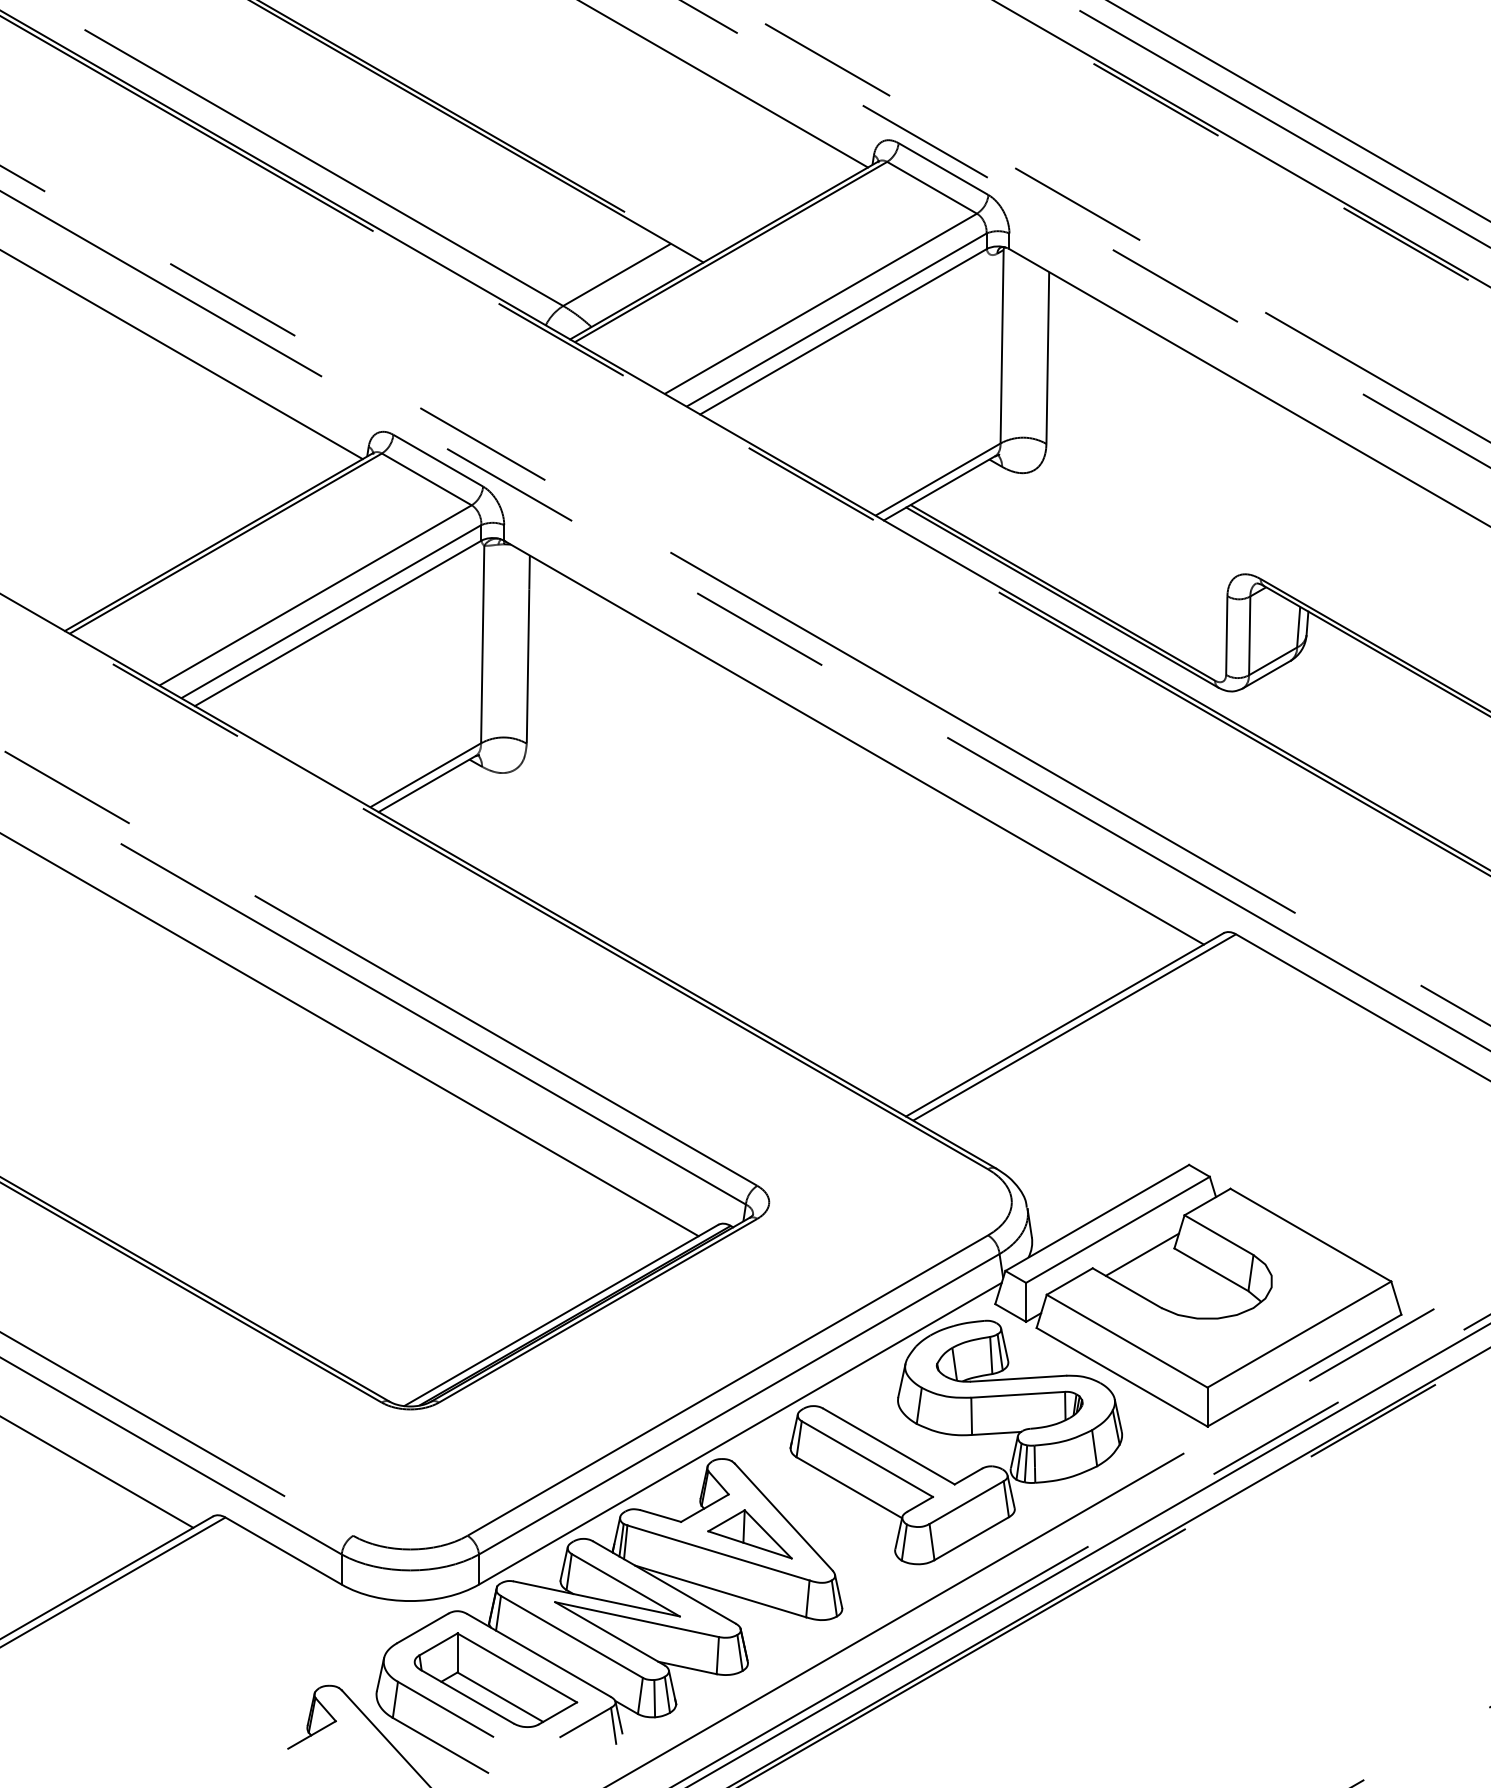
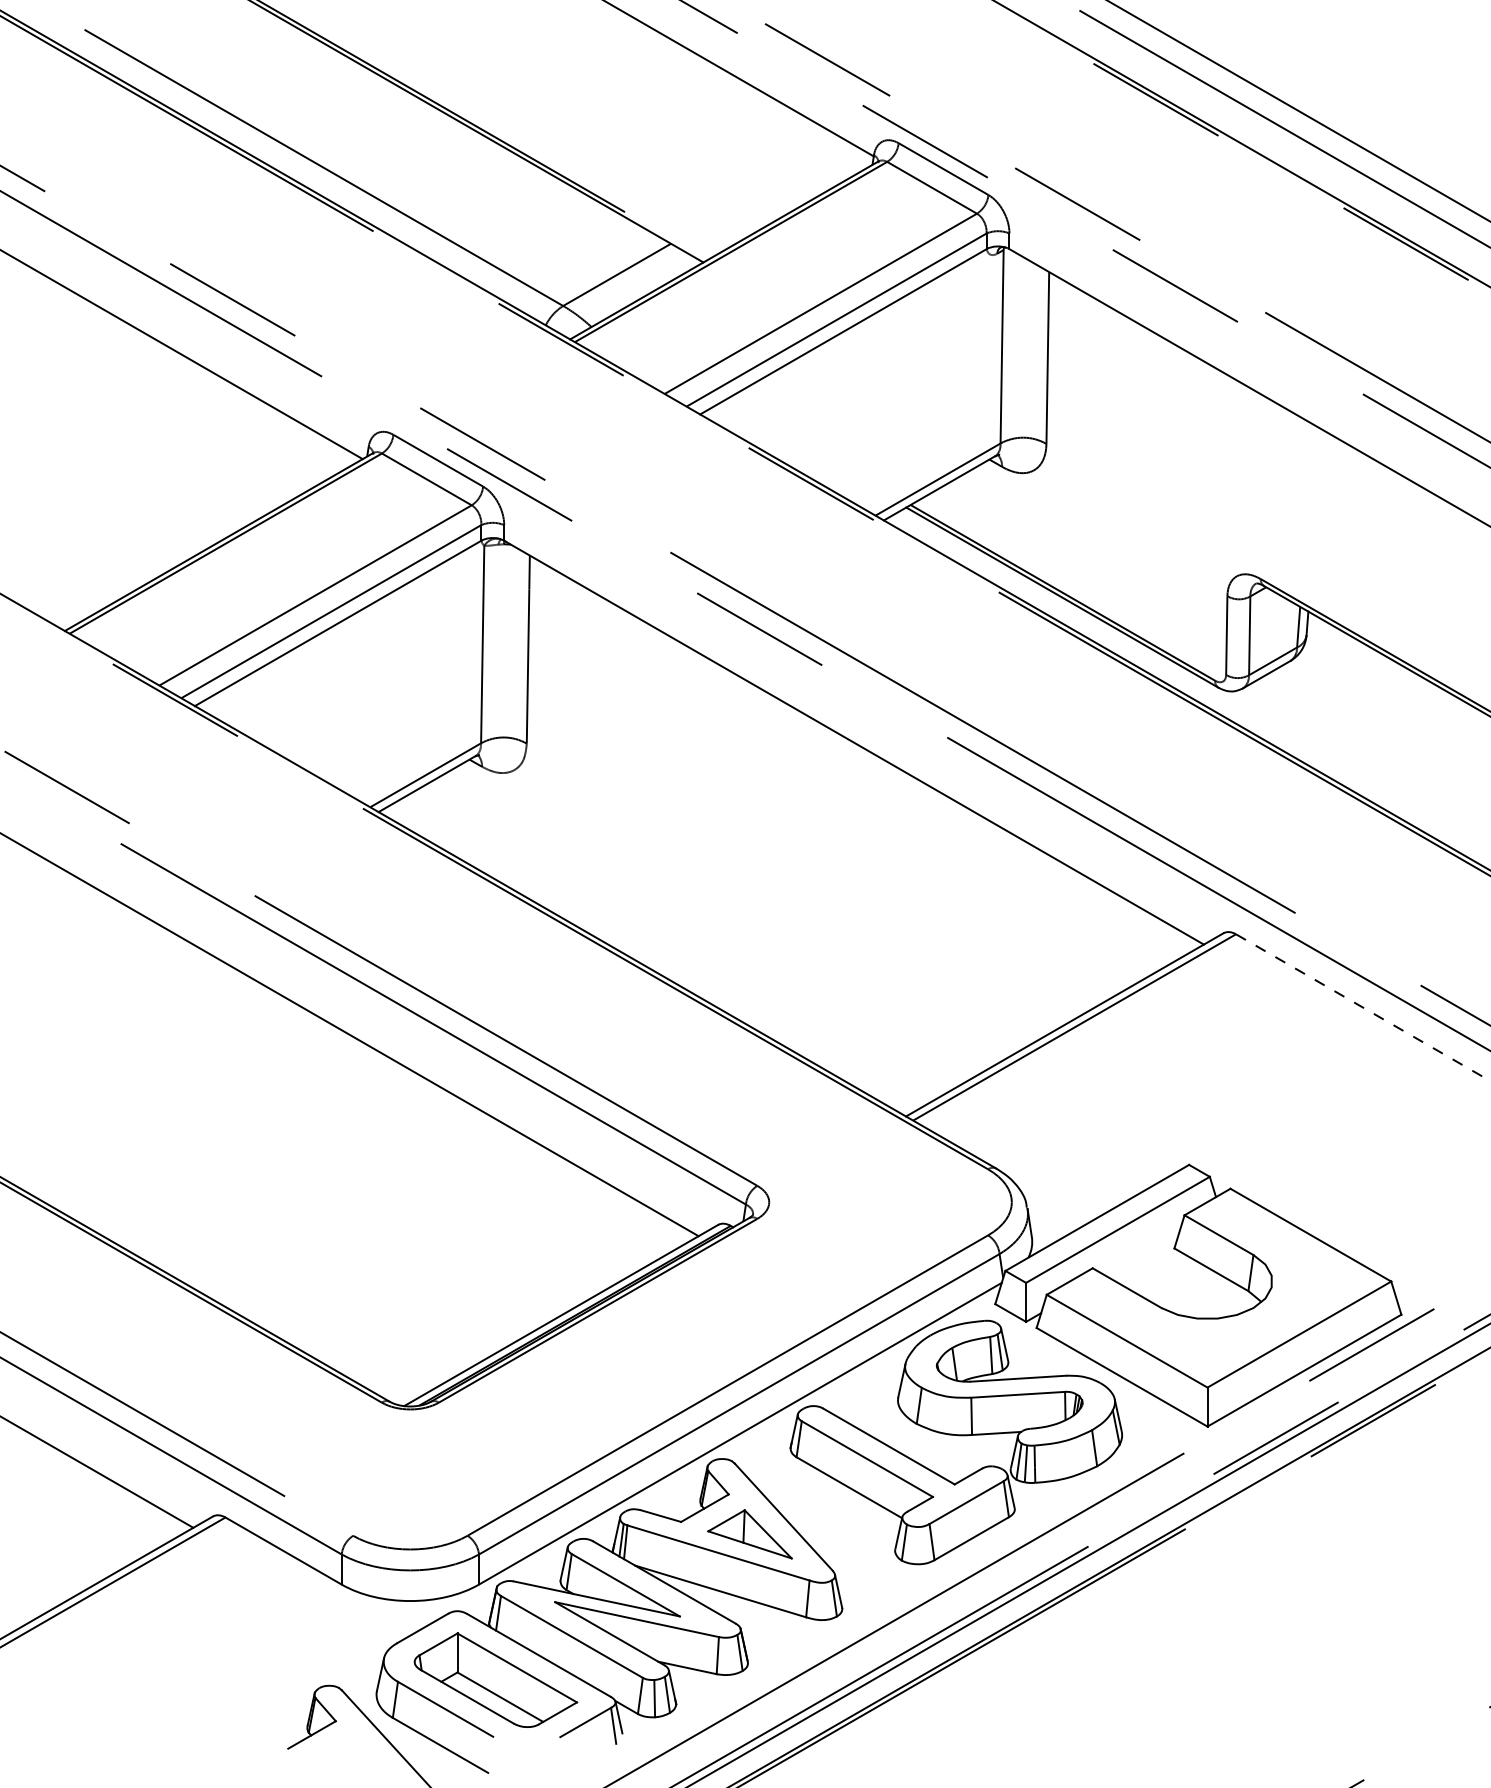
line at (725, 84) position: (725, 84) -> (740, 79)
line at (1363, 1007): solid -> dashed
line at (1141, 1254): present -> none
